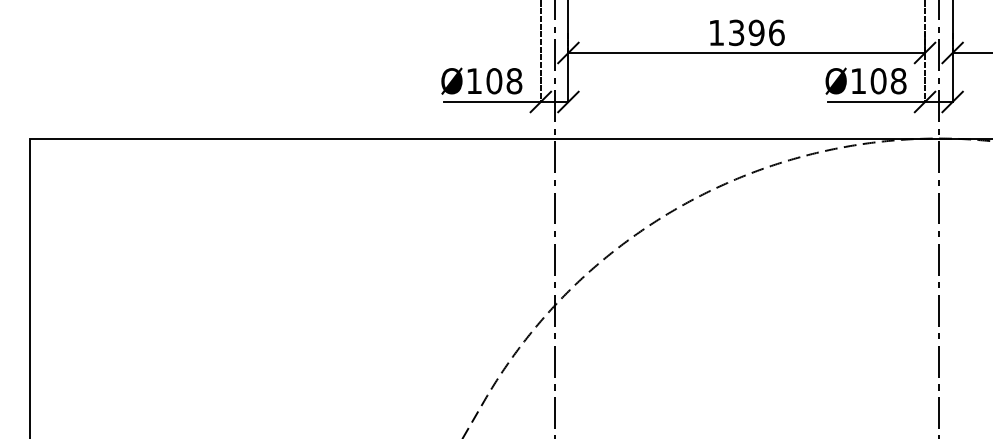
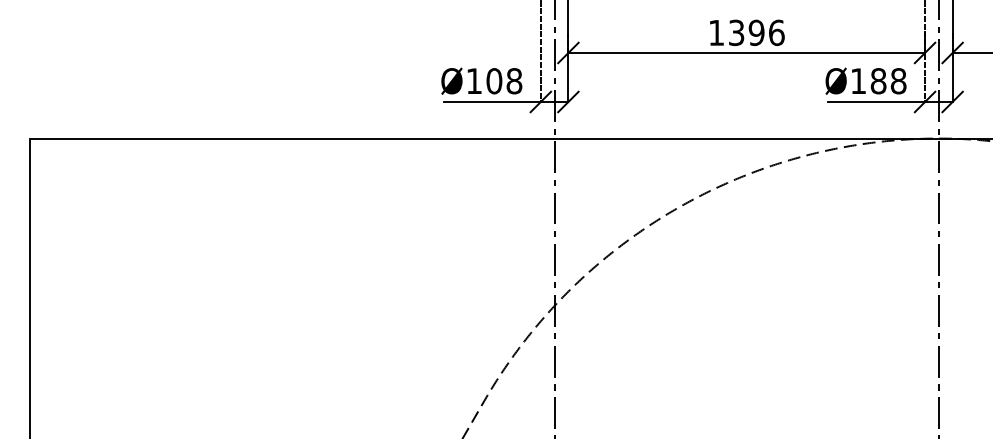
text at (878, 81): Ø108 -> Ø188
